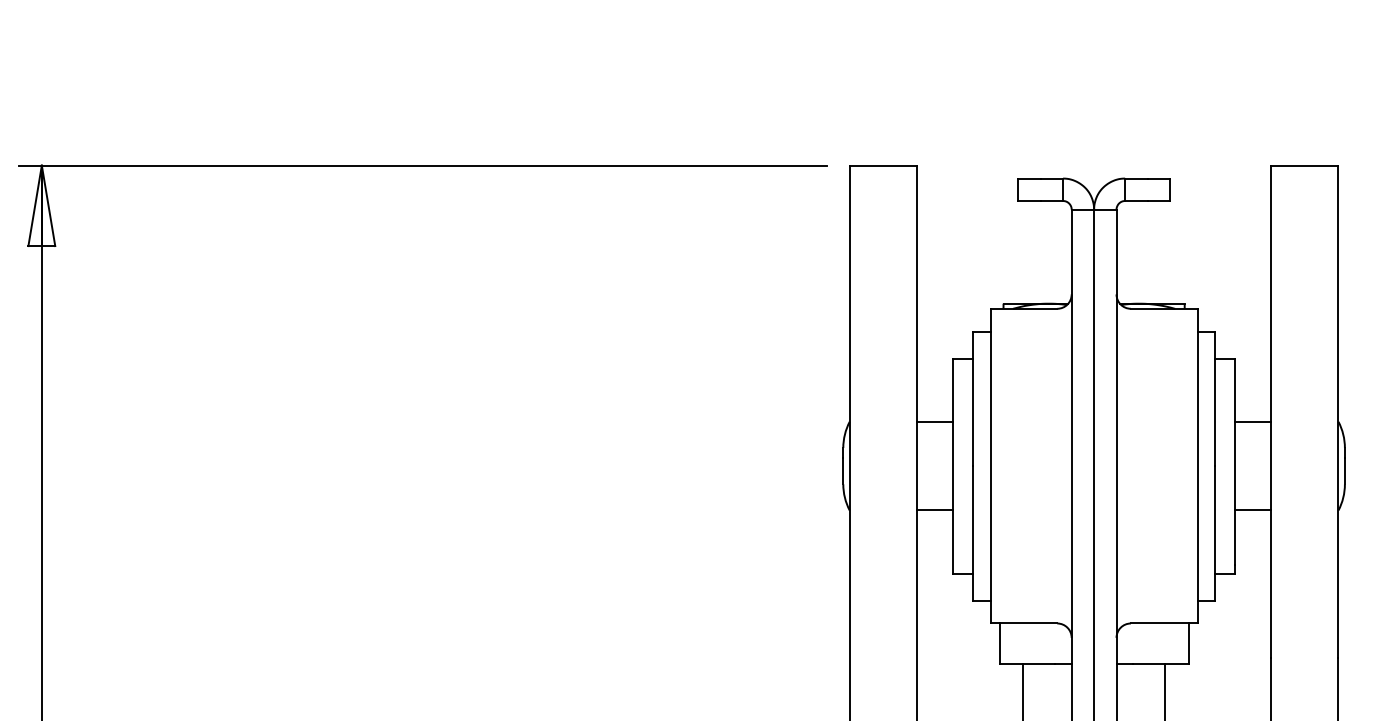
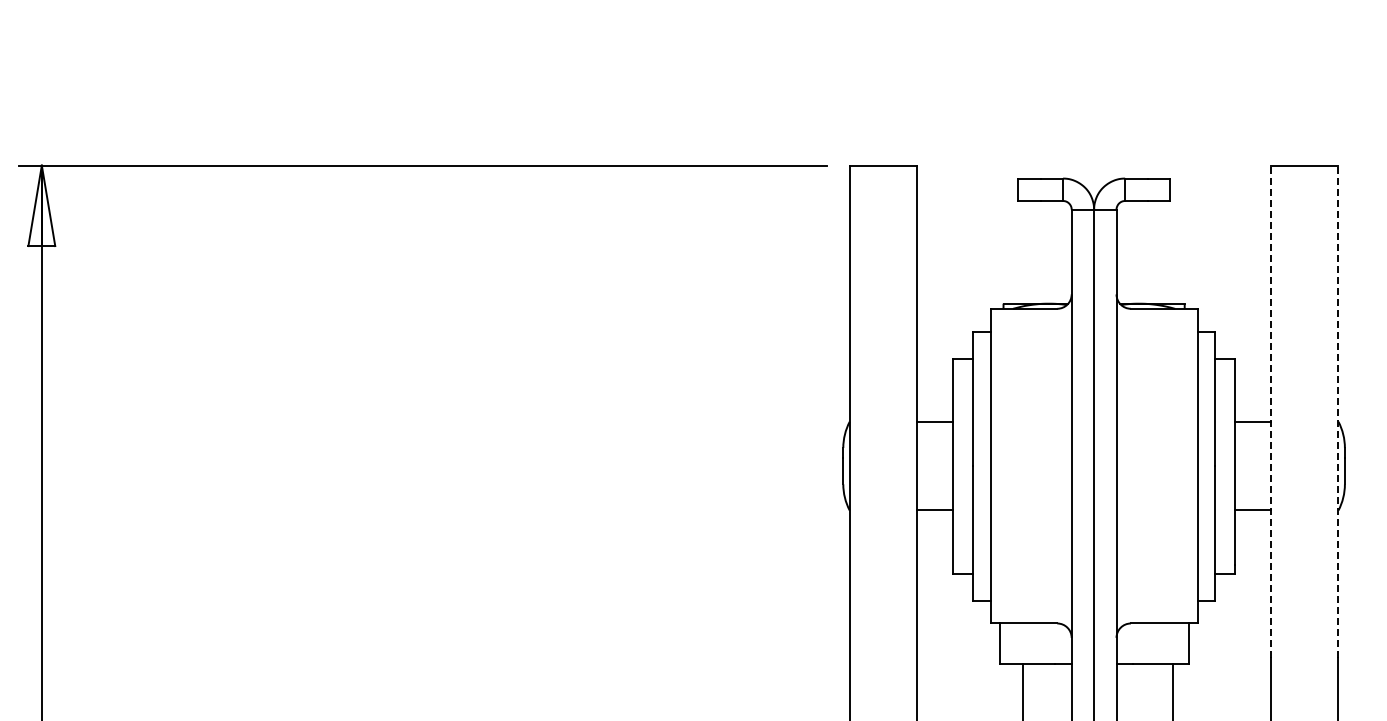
line at (1270, 411): solid -> dashed
line at (1338, 411): solid -> dashed
line at (1165, 690) position: (1165, 690) -> (1173, 690)
